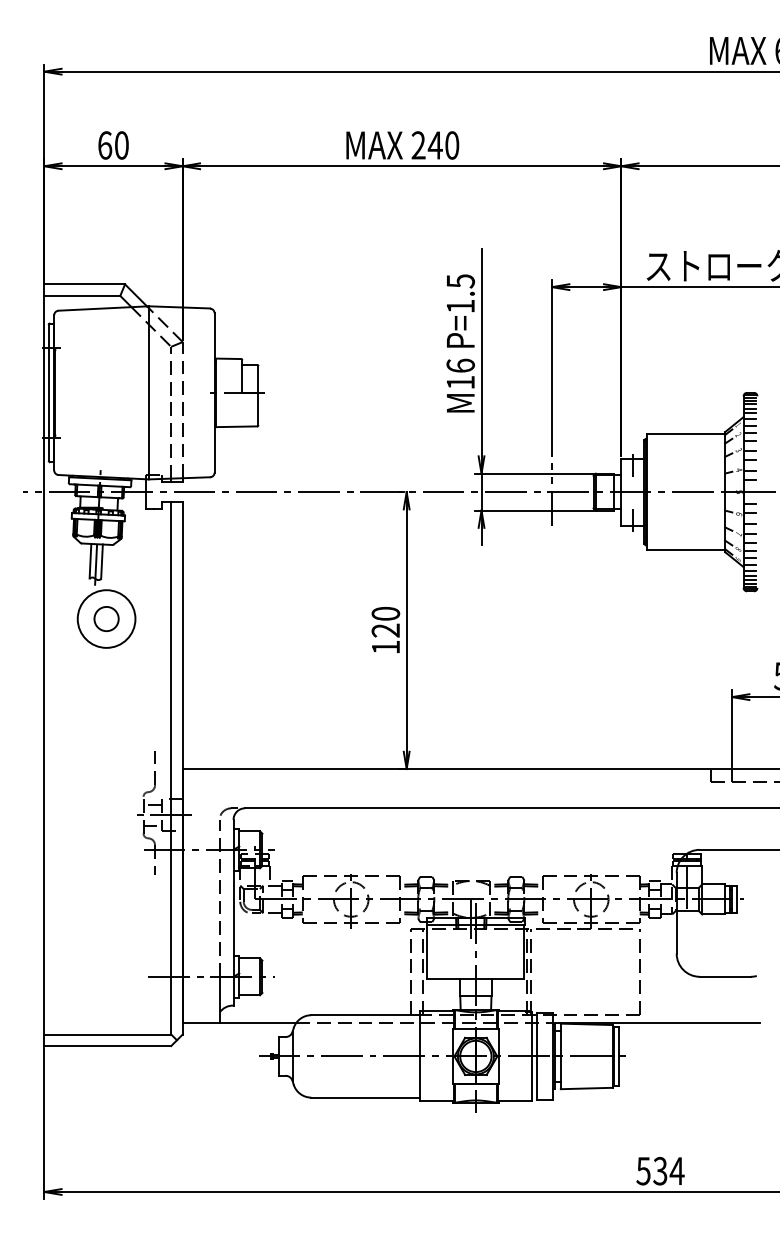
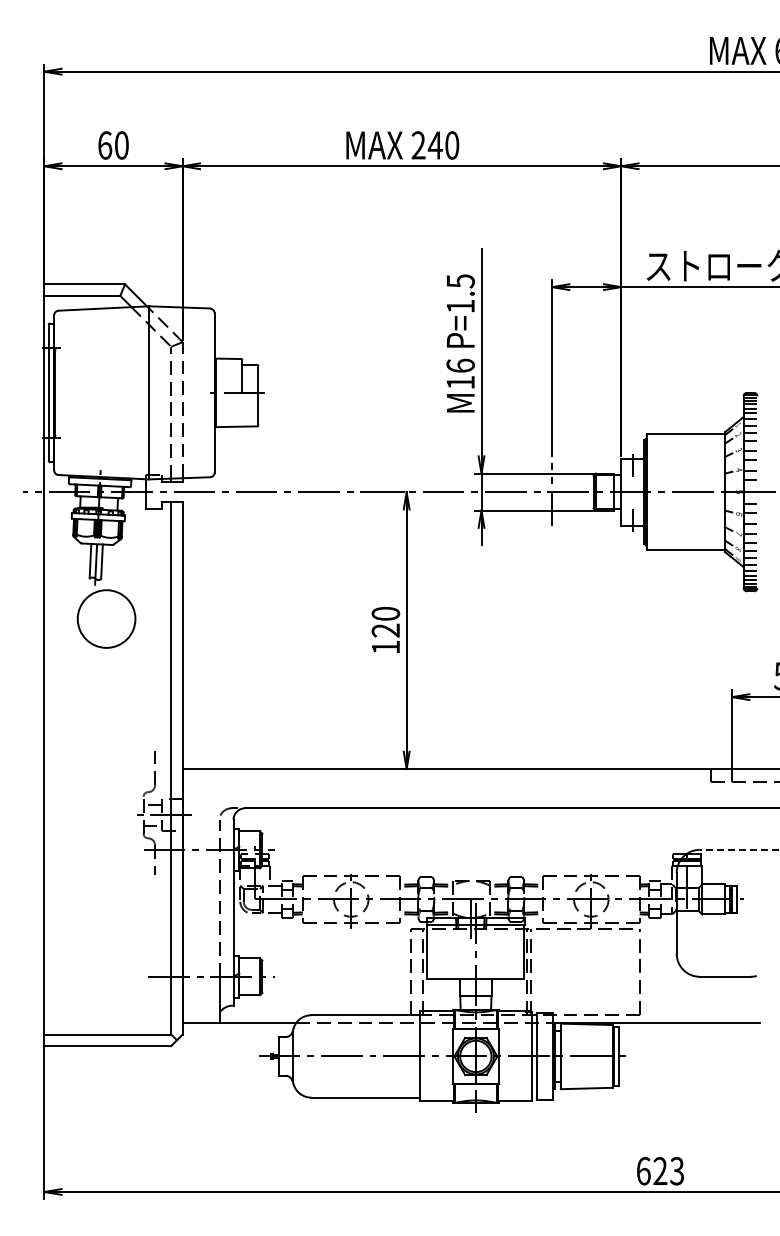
circle at (106, 619): present -> none
line at (739, 849): solid -> dashed
text at (660, 1170): 534 -> 623
